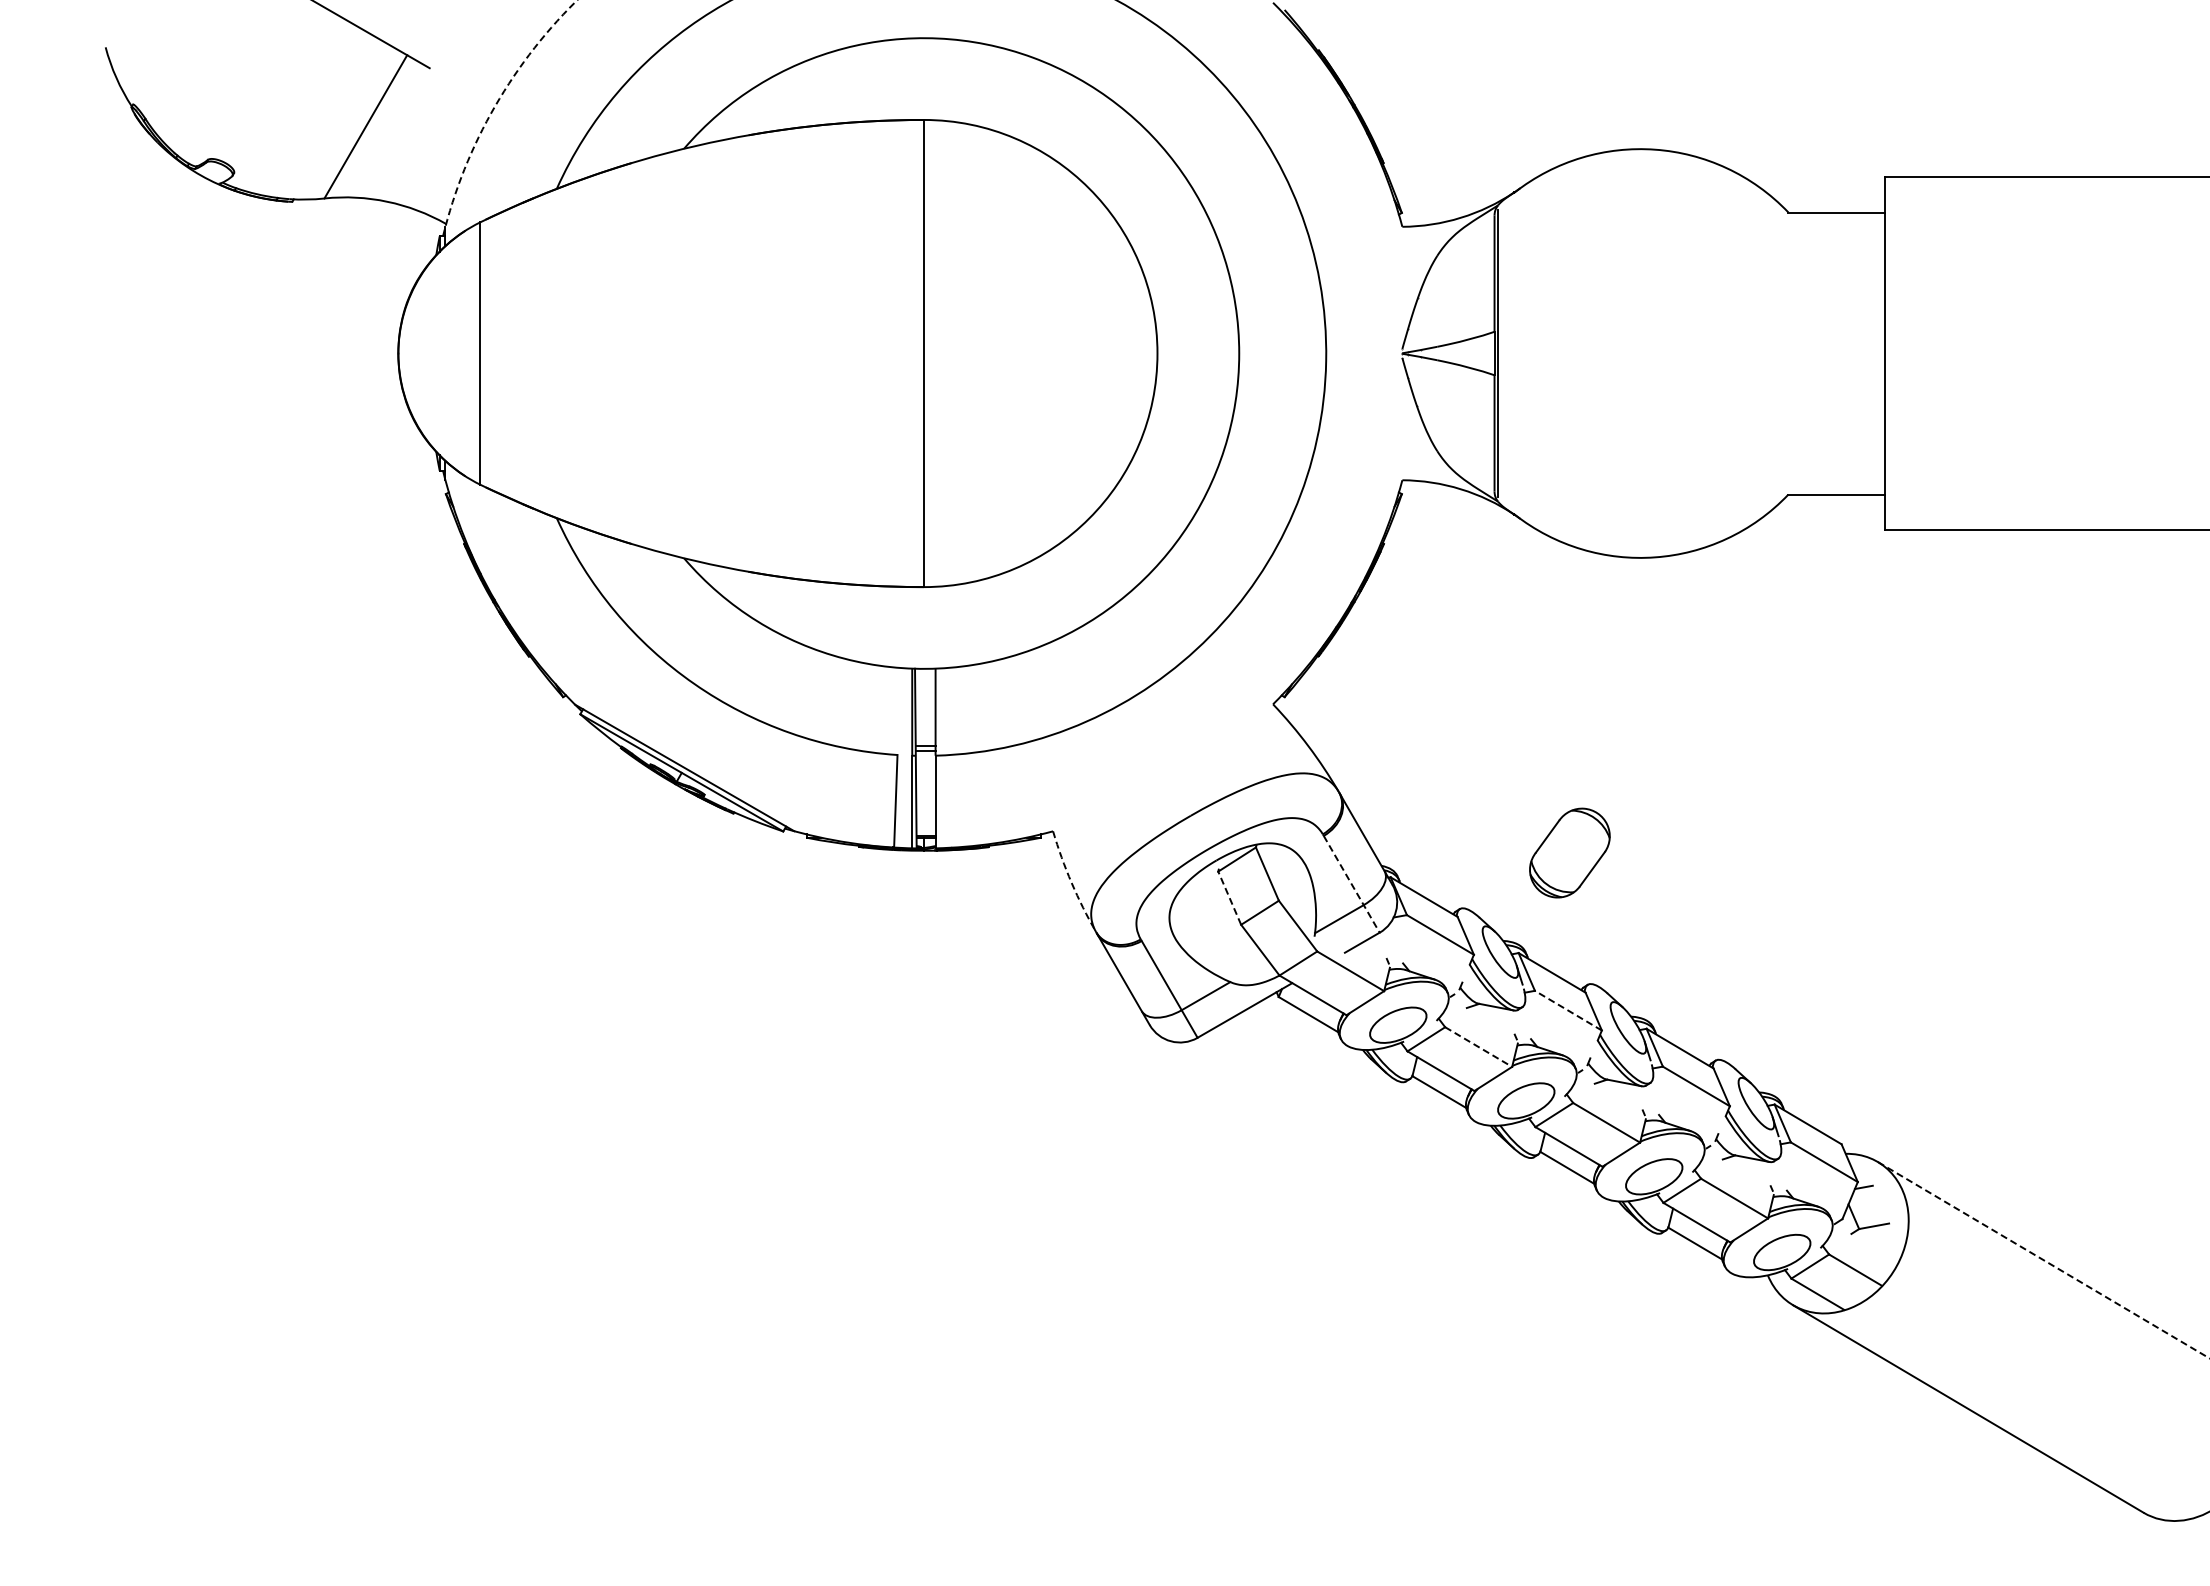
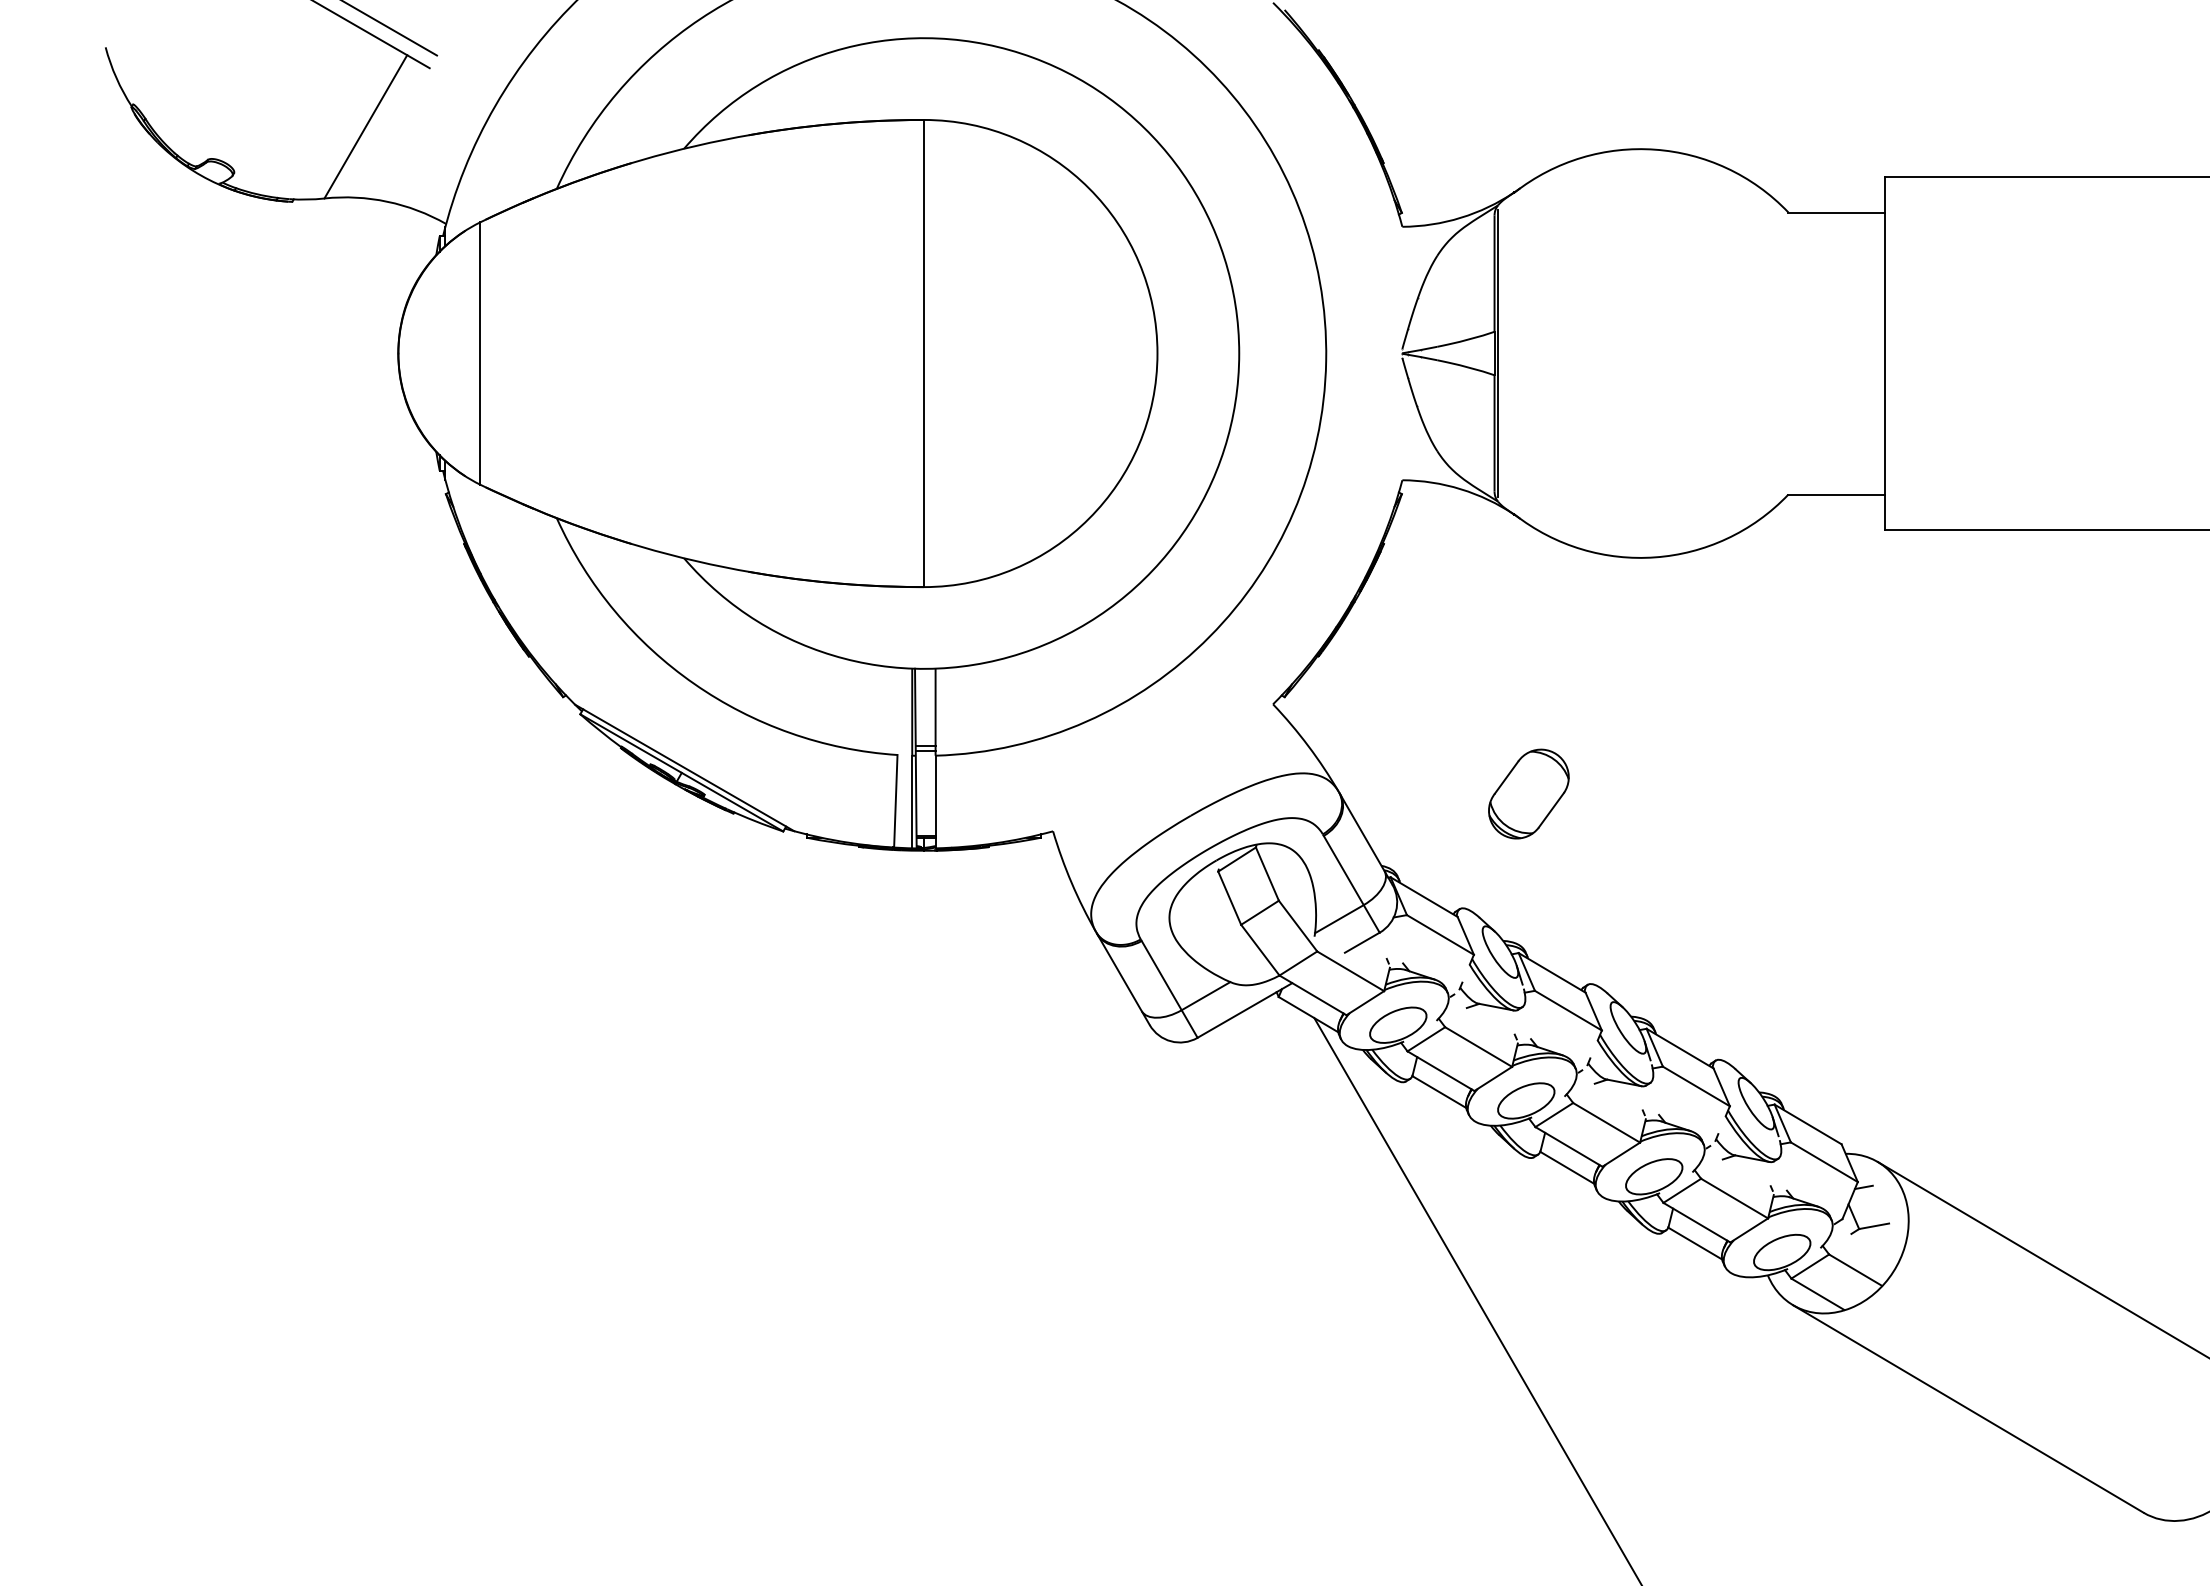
line at (390, 28): none -> present
arc at (493, 108): dashed -> solid
part at (1569, 852) position: (1569, 852) -> (1528, 793)
arc at (1071, 882): dashed -> solid
line at (1351, 884): dashed -> solid
line at (1229, 898): dashed -> solid
line at (1568, 1010): dashed -> solid
line at (1478, 1047): dashed -> solid
line at (2043, 1260): dashed -> solid
line at (1476, 1300): none -> present
